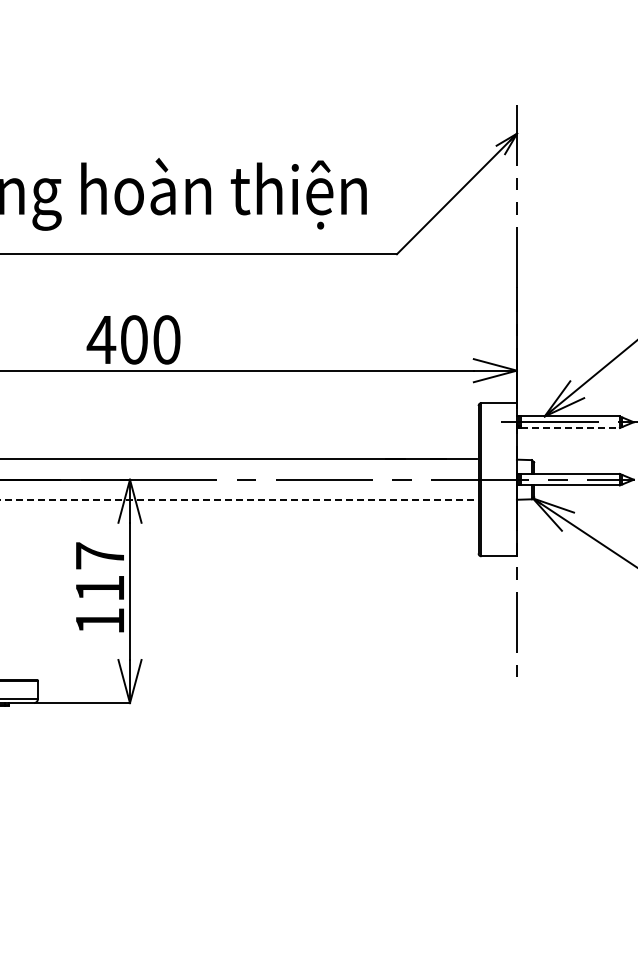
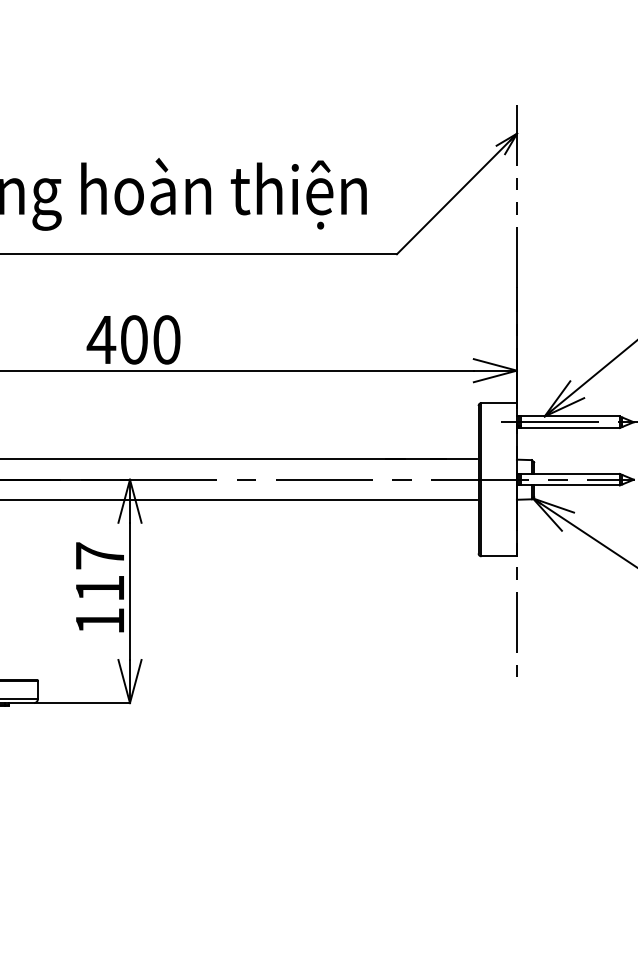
line at (570, 427): dashed -> solid
line at (239, 500): dashed -> solid
